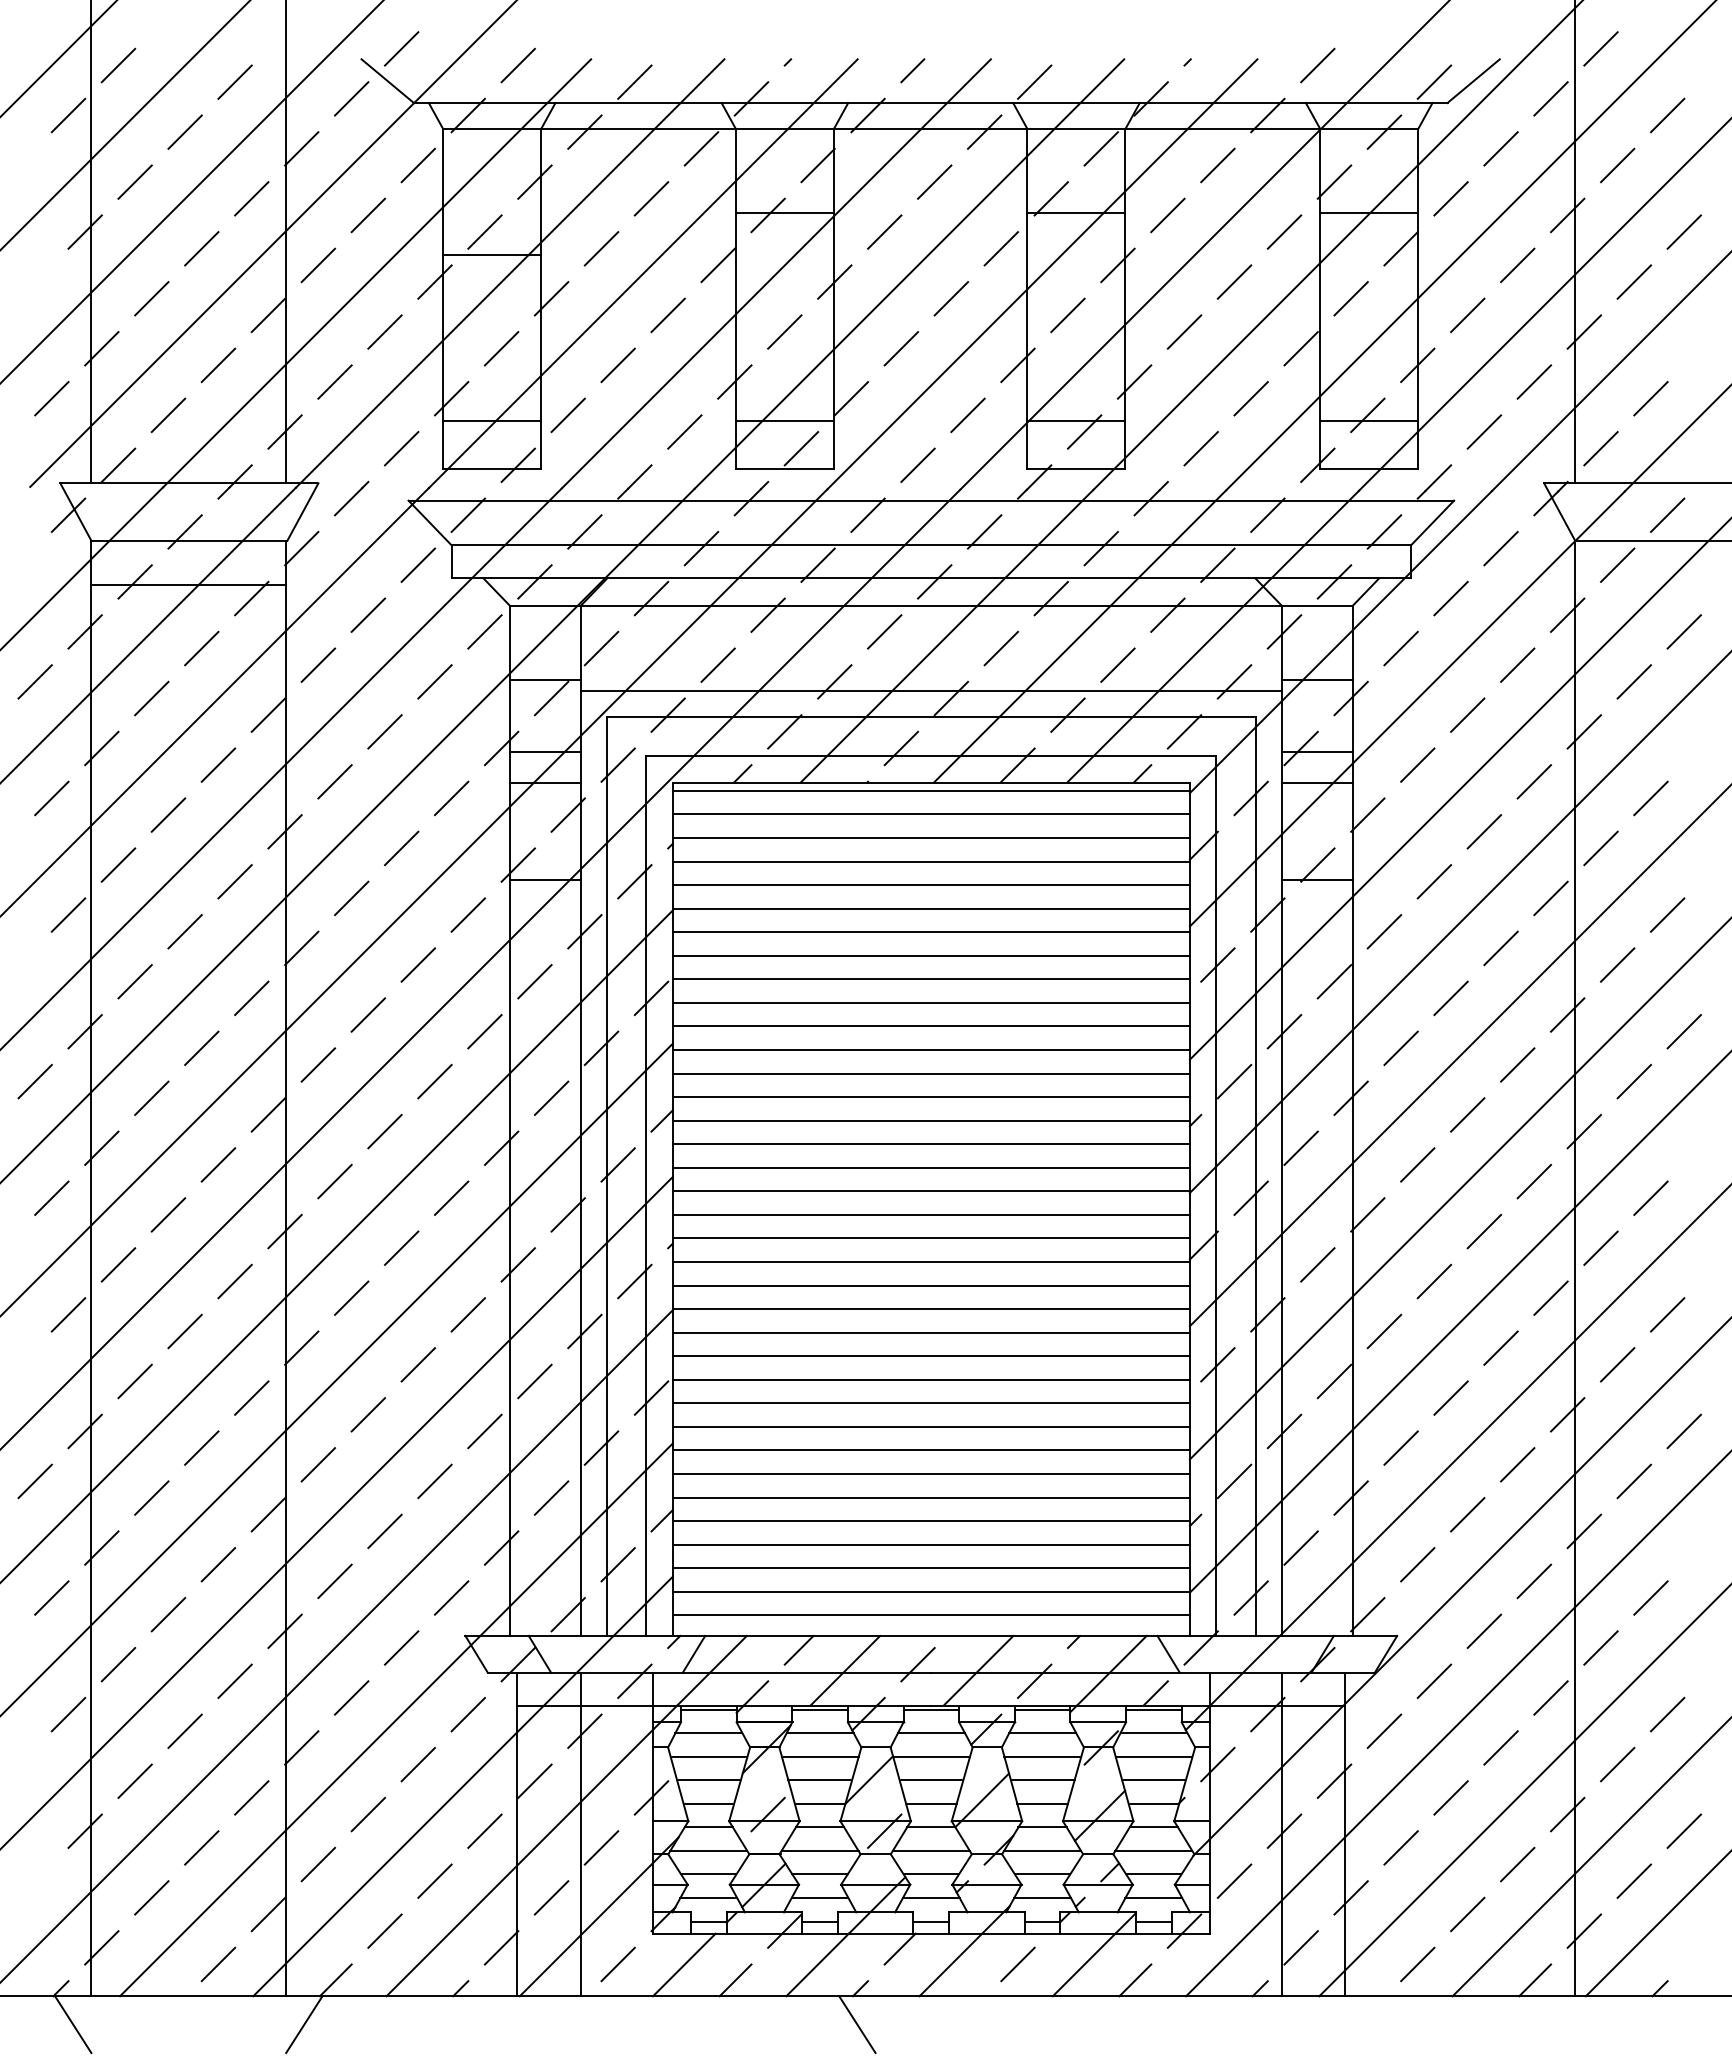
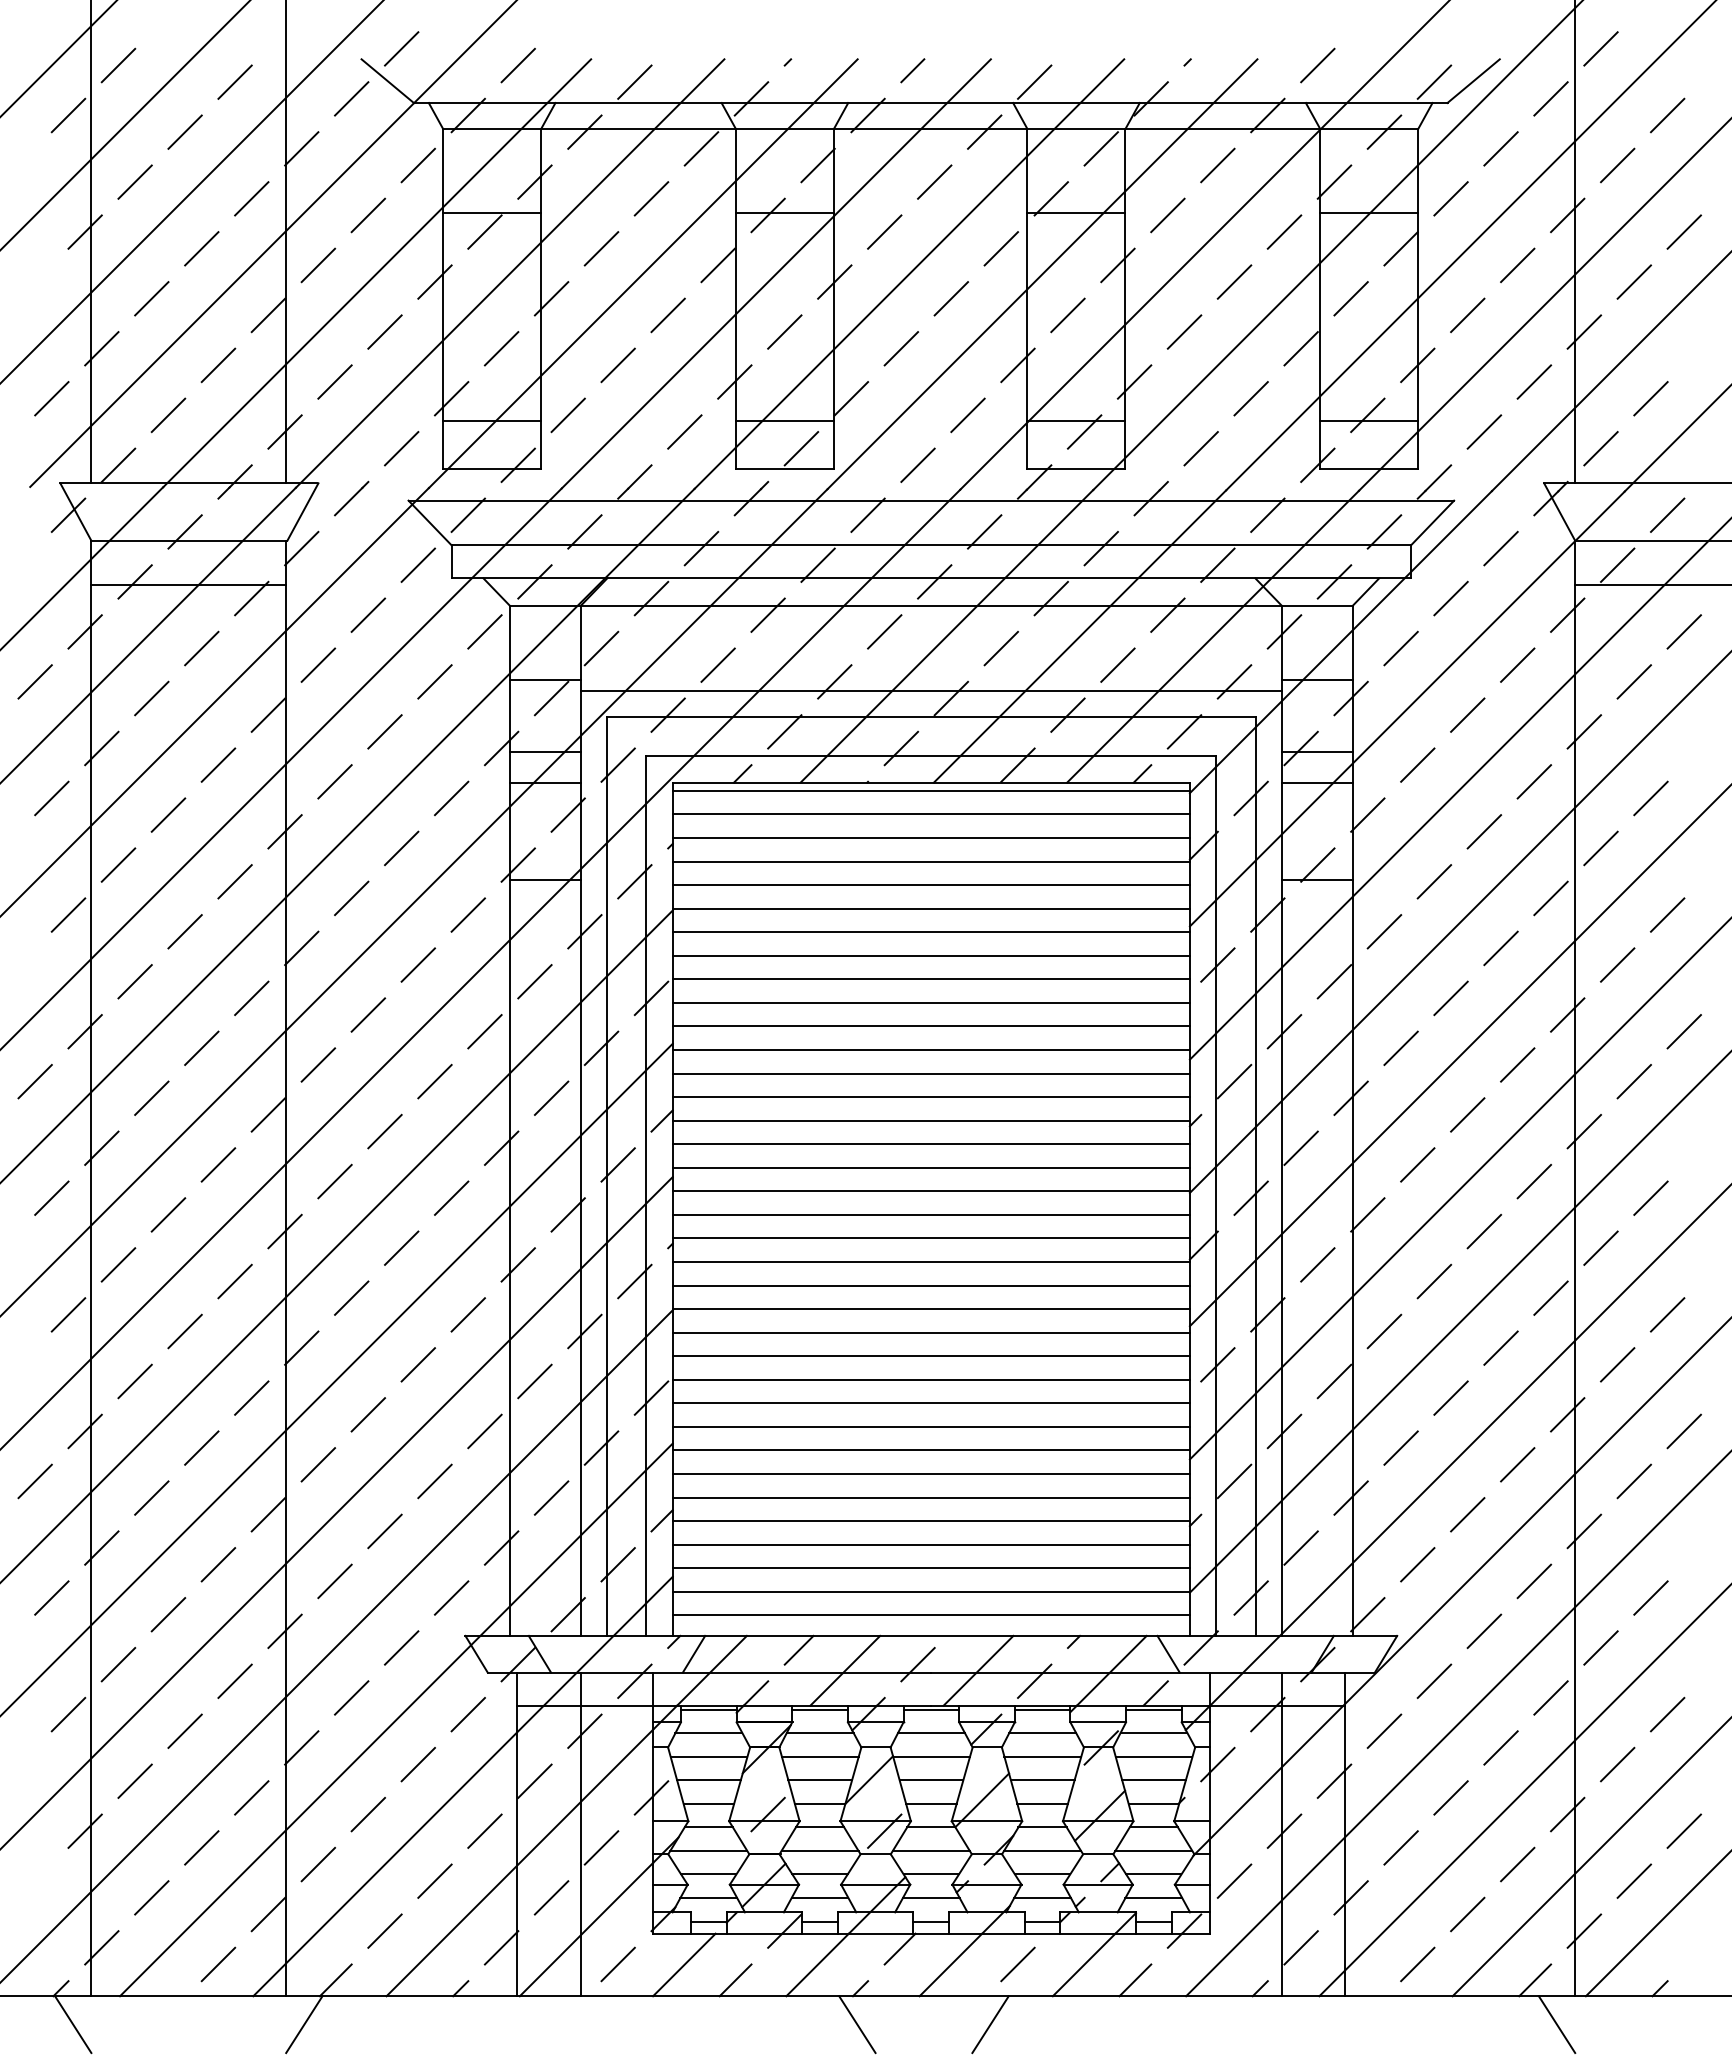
line at (492, 255) position: (492, 255) -> (492, 213)
line at (1651, 584): none -> present
line at (990, 2024): none -> present
line at (1556, 2024): none -> present
